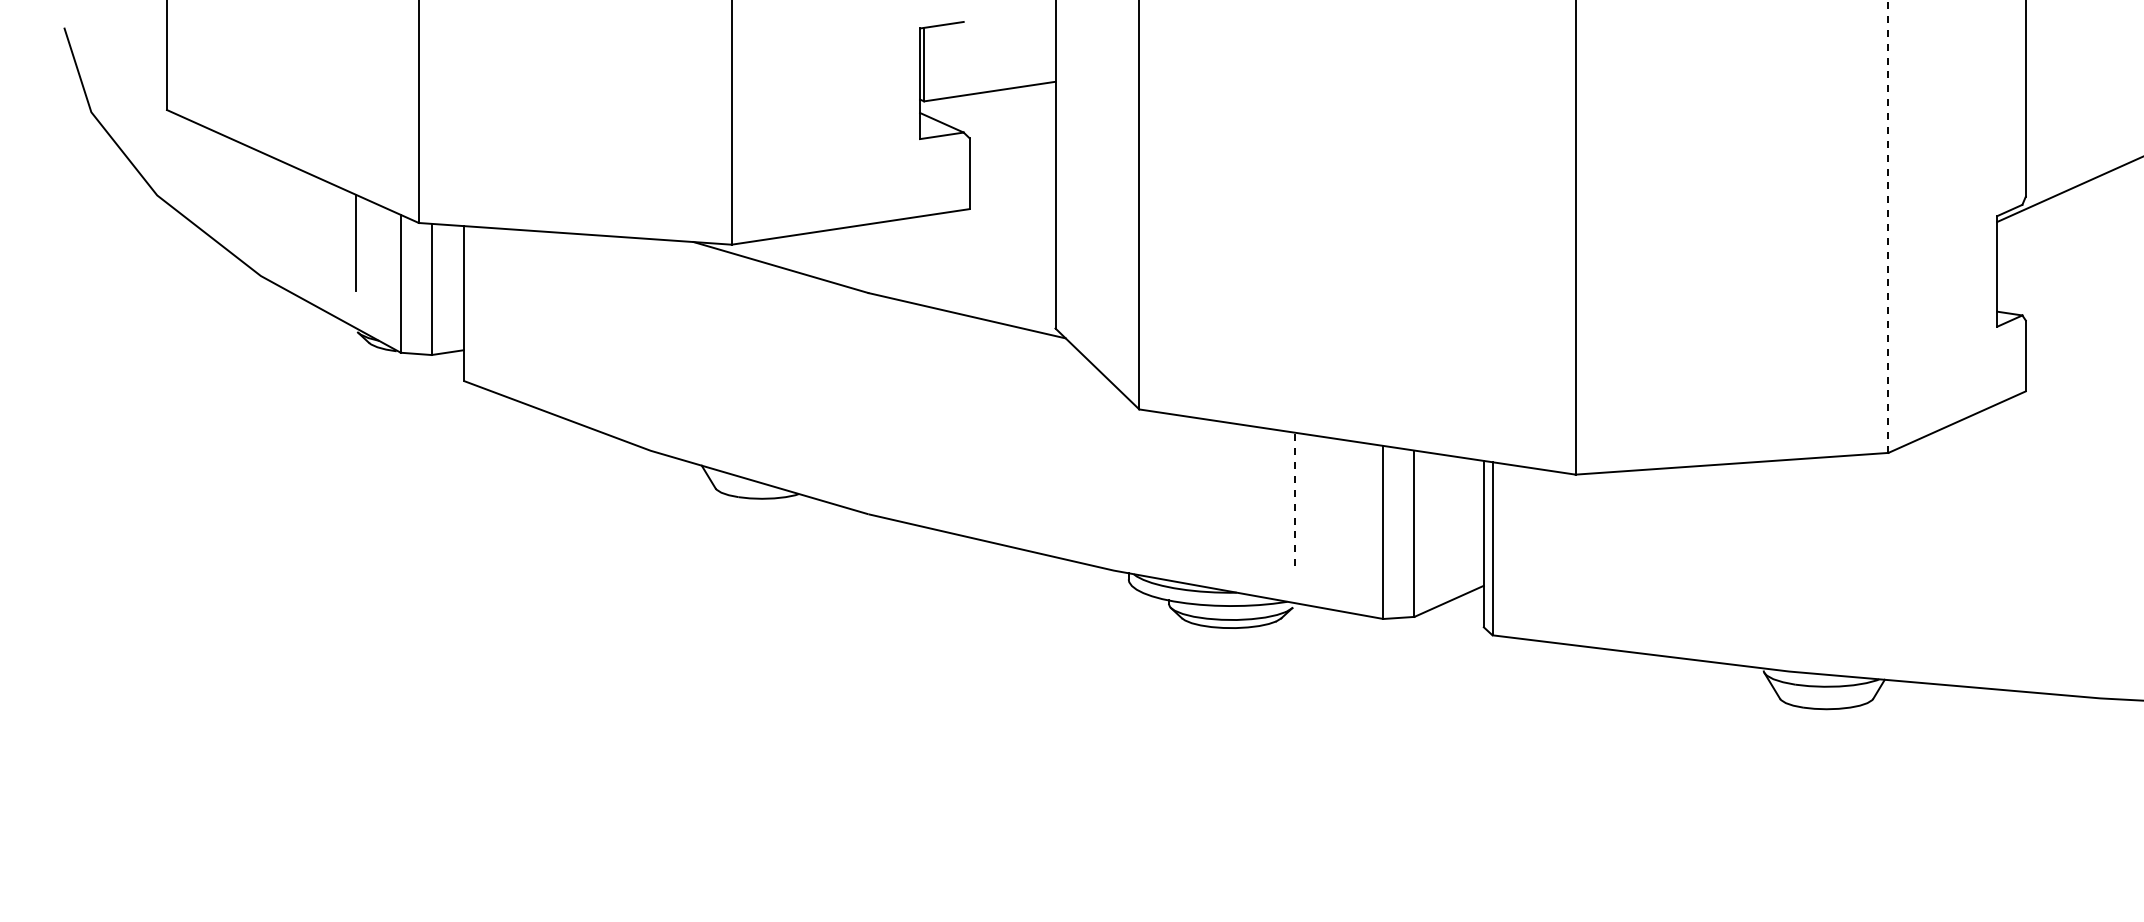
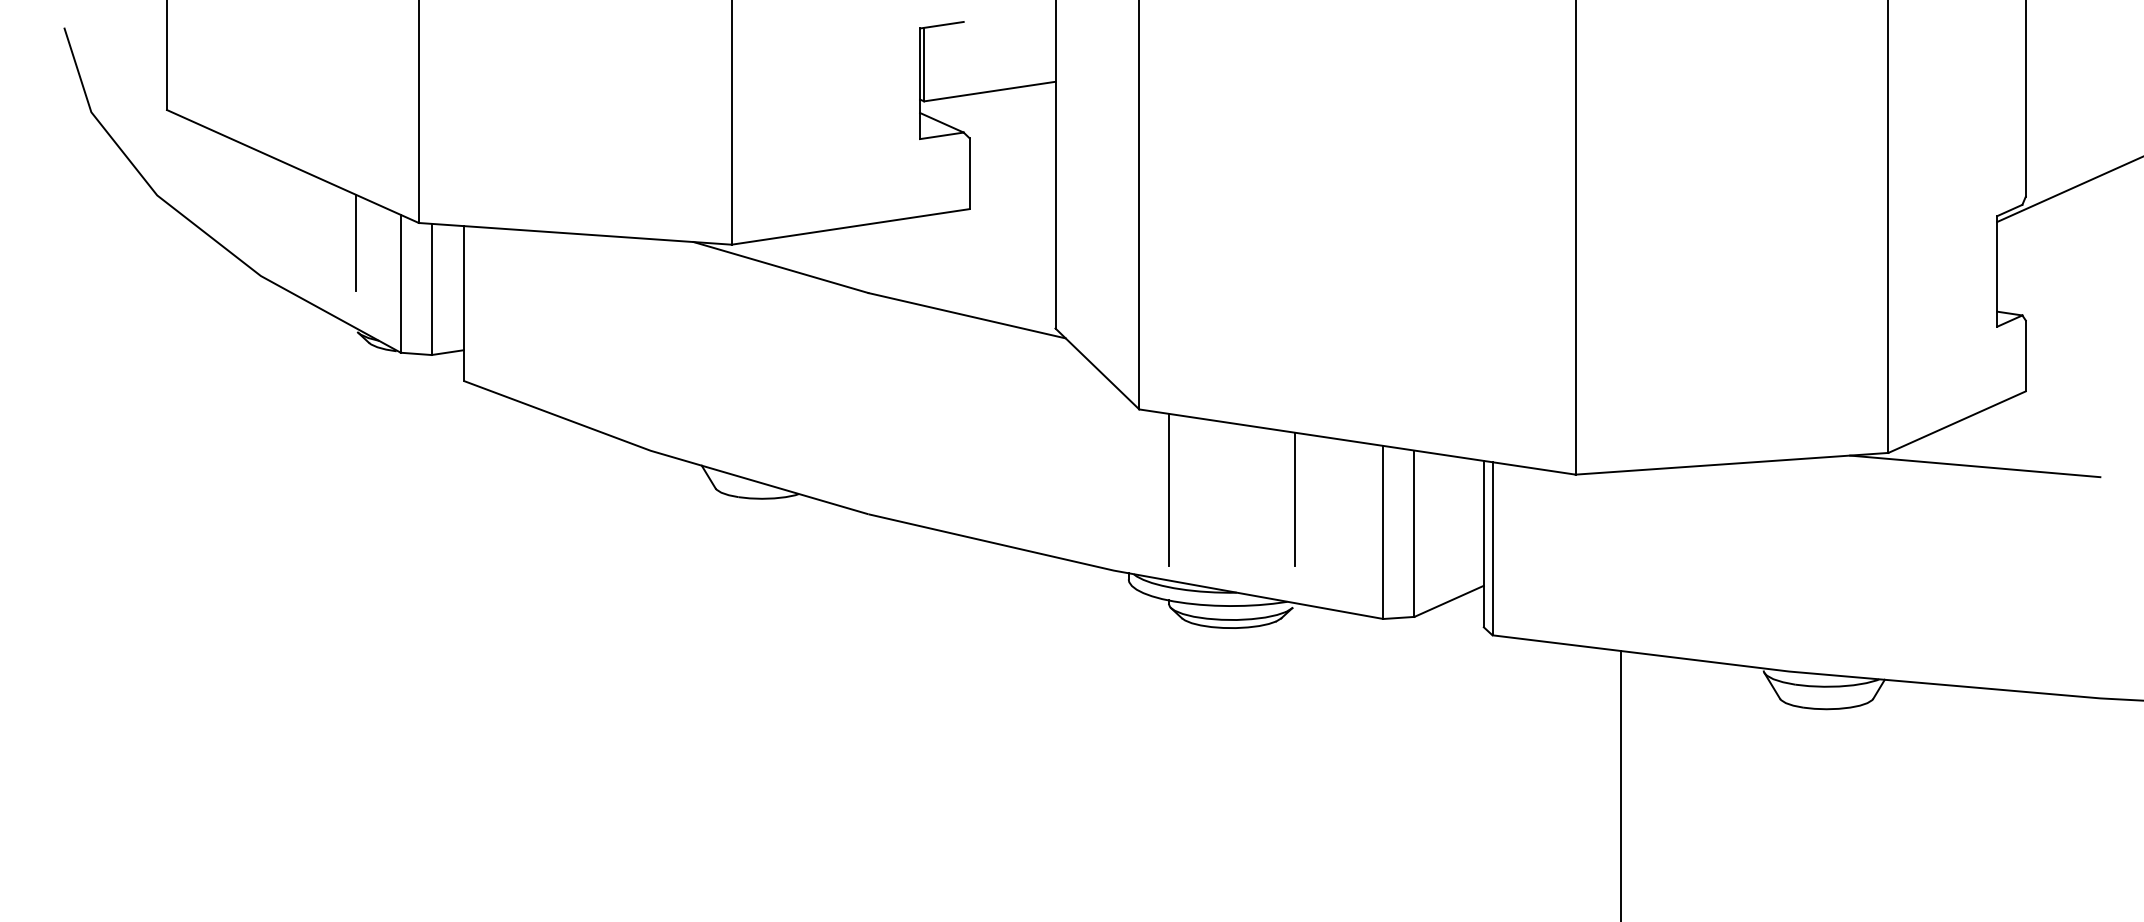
line at (1888, 226): dashed -> solid
line at (1975, 466): none -> present
line at (1168, 489): none -> present
line at (1294, 499): dashed -> solid
line at (1620, 784): none -> present
